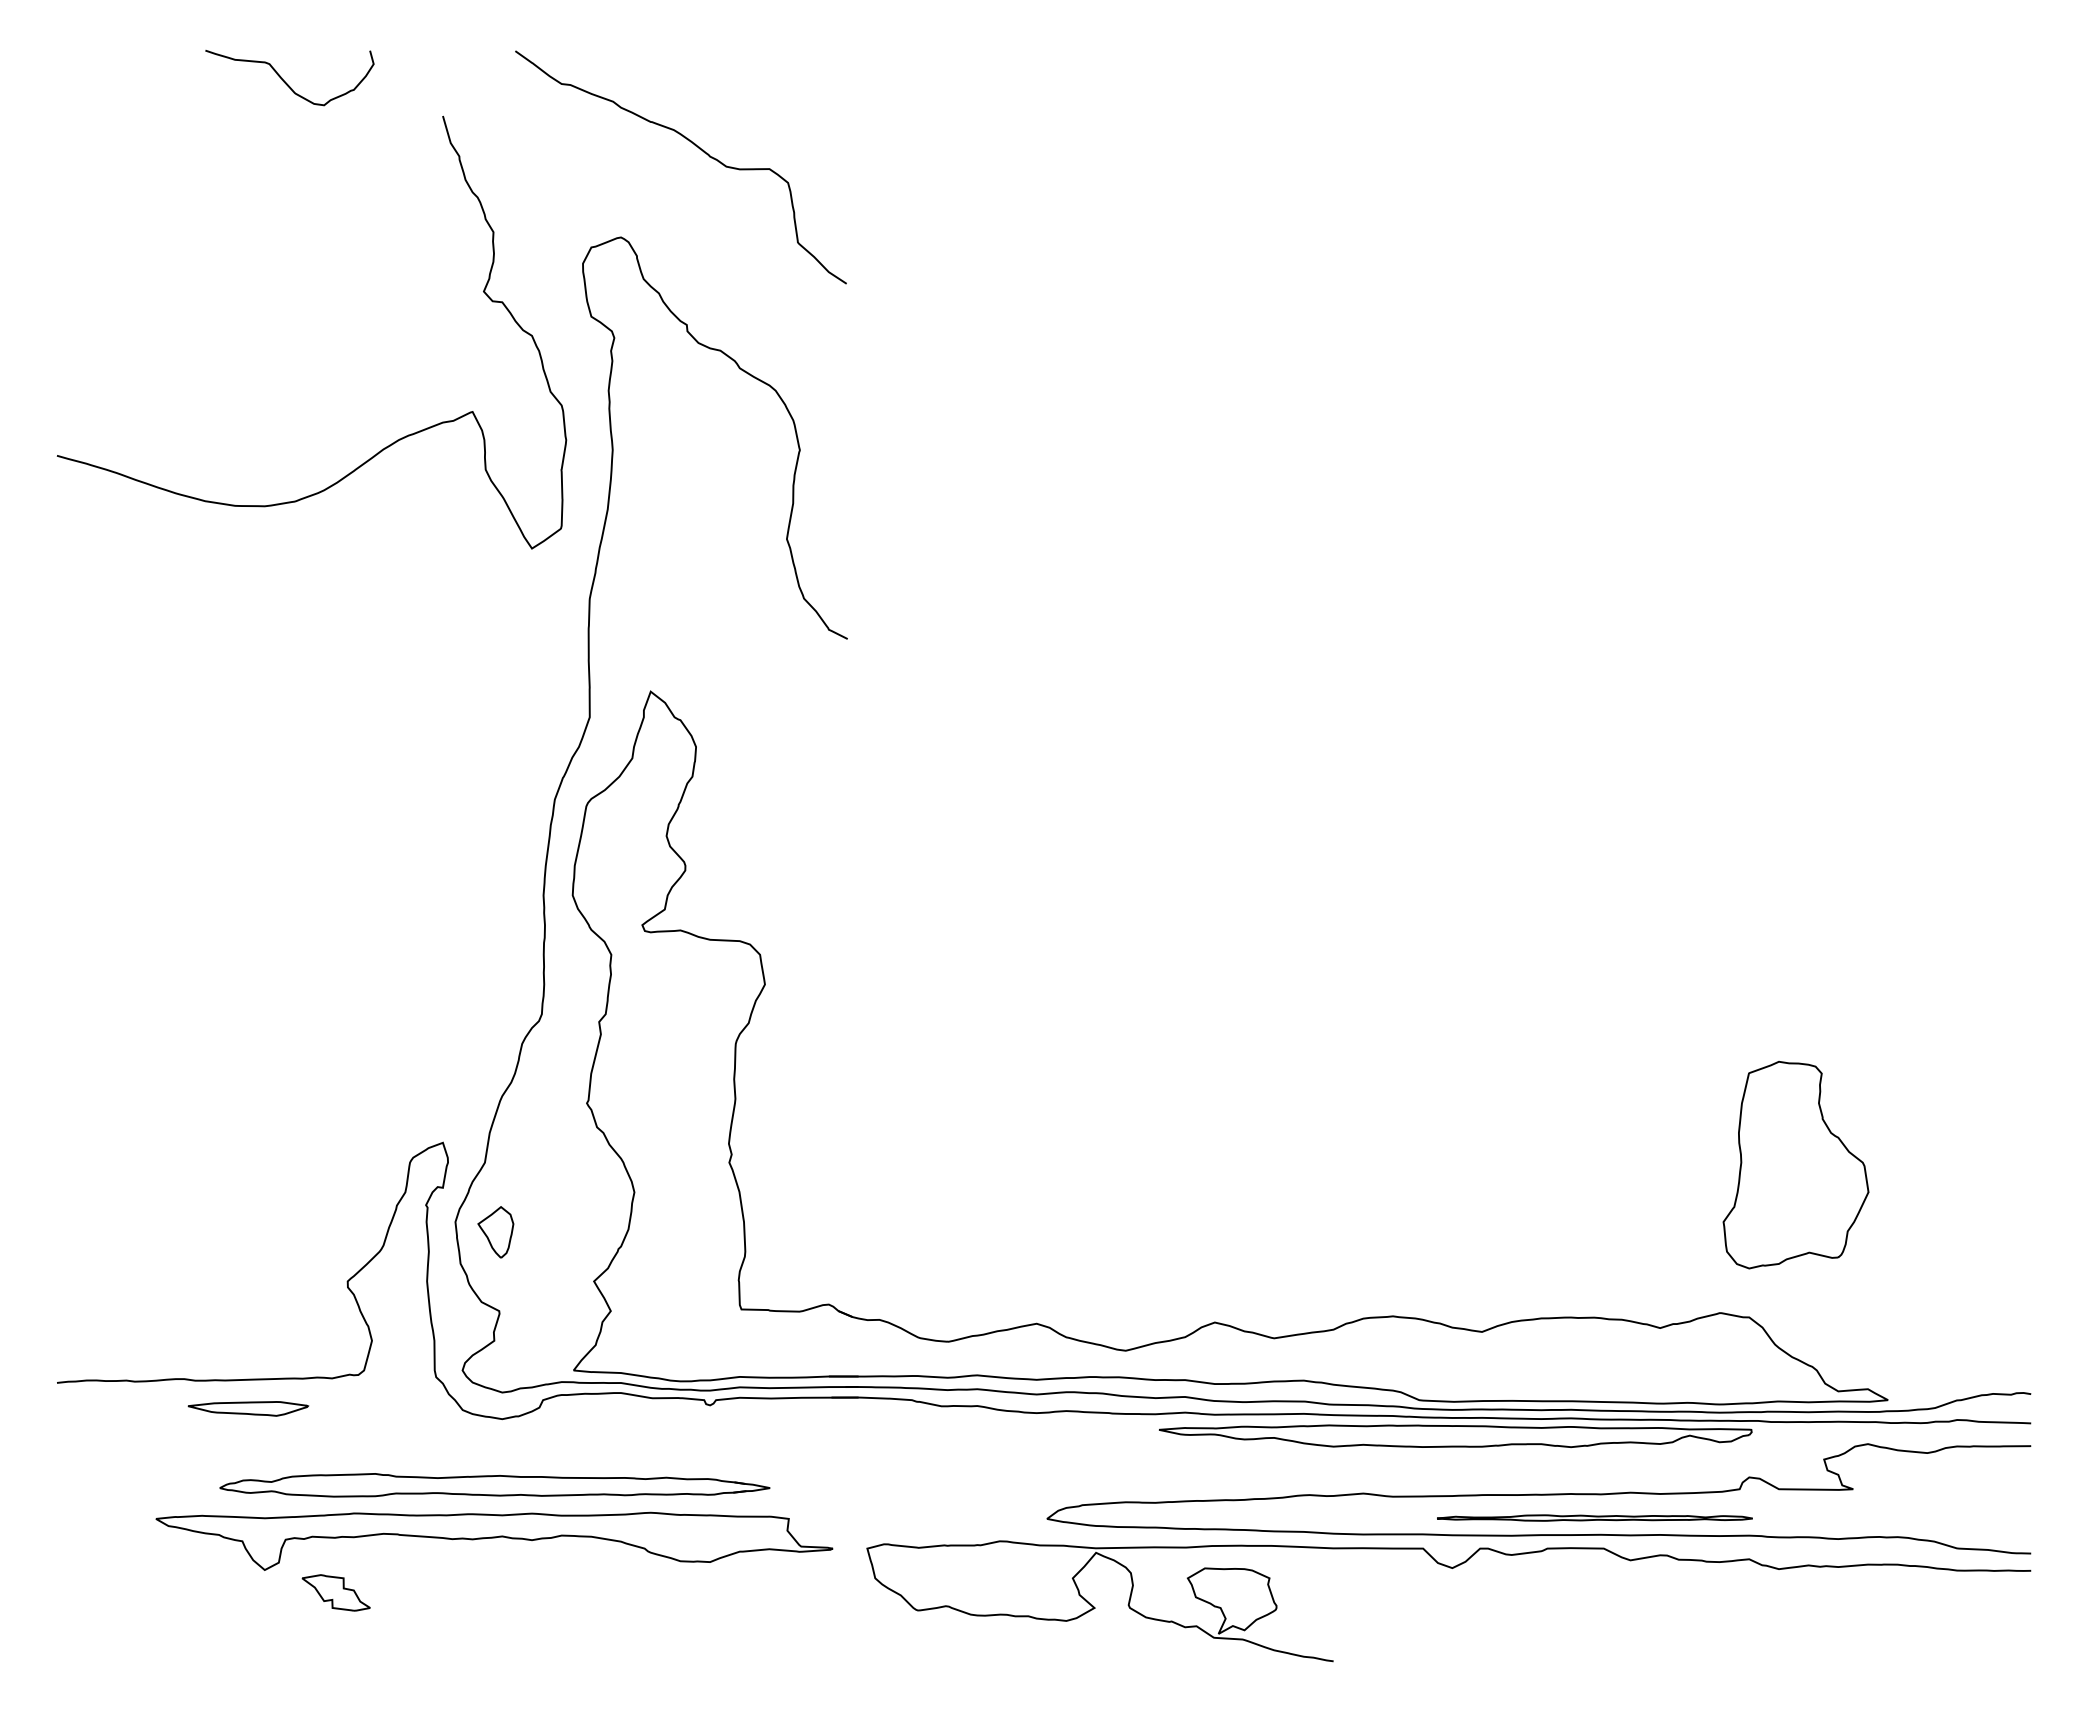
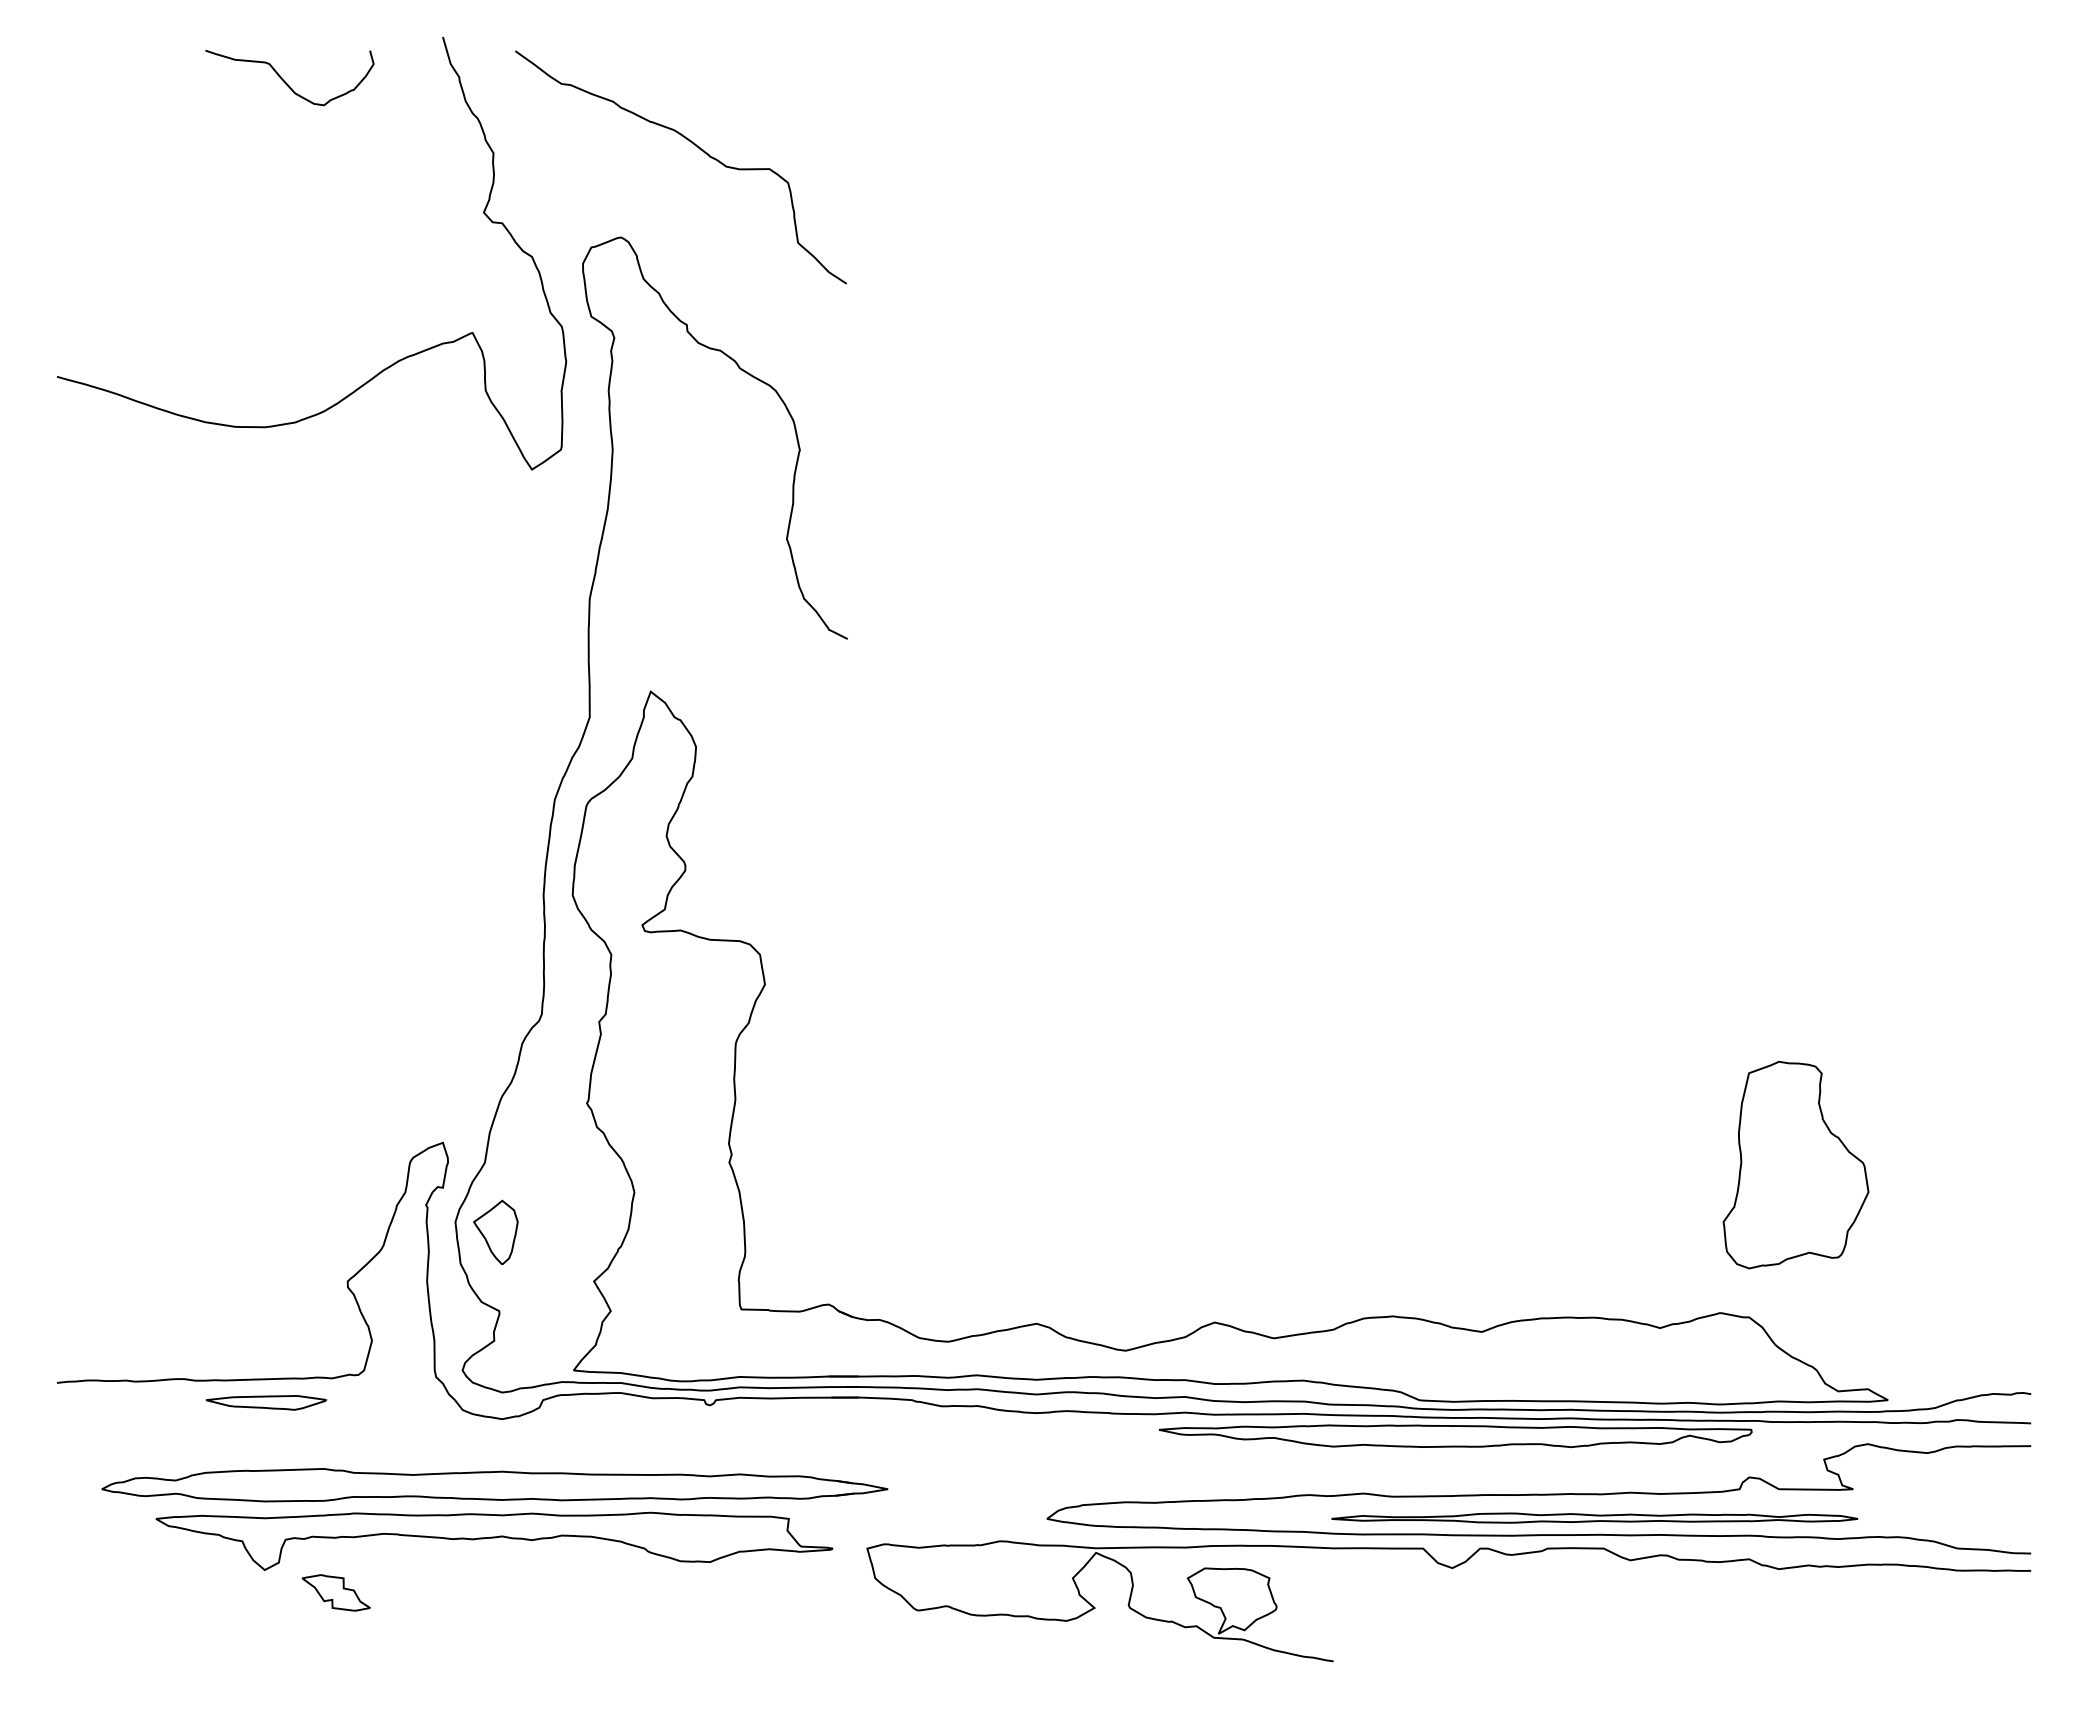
curve at (384, 447) position: (384, 447) -> (384, 368)
part at (495, 1232) size: 38x53 px -> 46x66 px
part at (248, 1408) position: (248, 1408) -> (266, 1402)
part at (494, 1485) size: 552x25 px -> 788x35 px
part at (1594, 1517) size: 316x8 px -> 528x12 px
